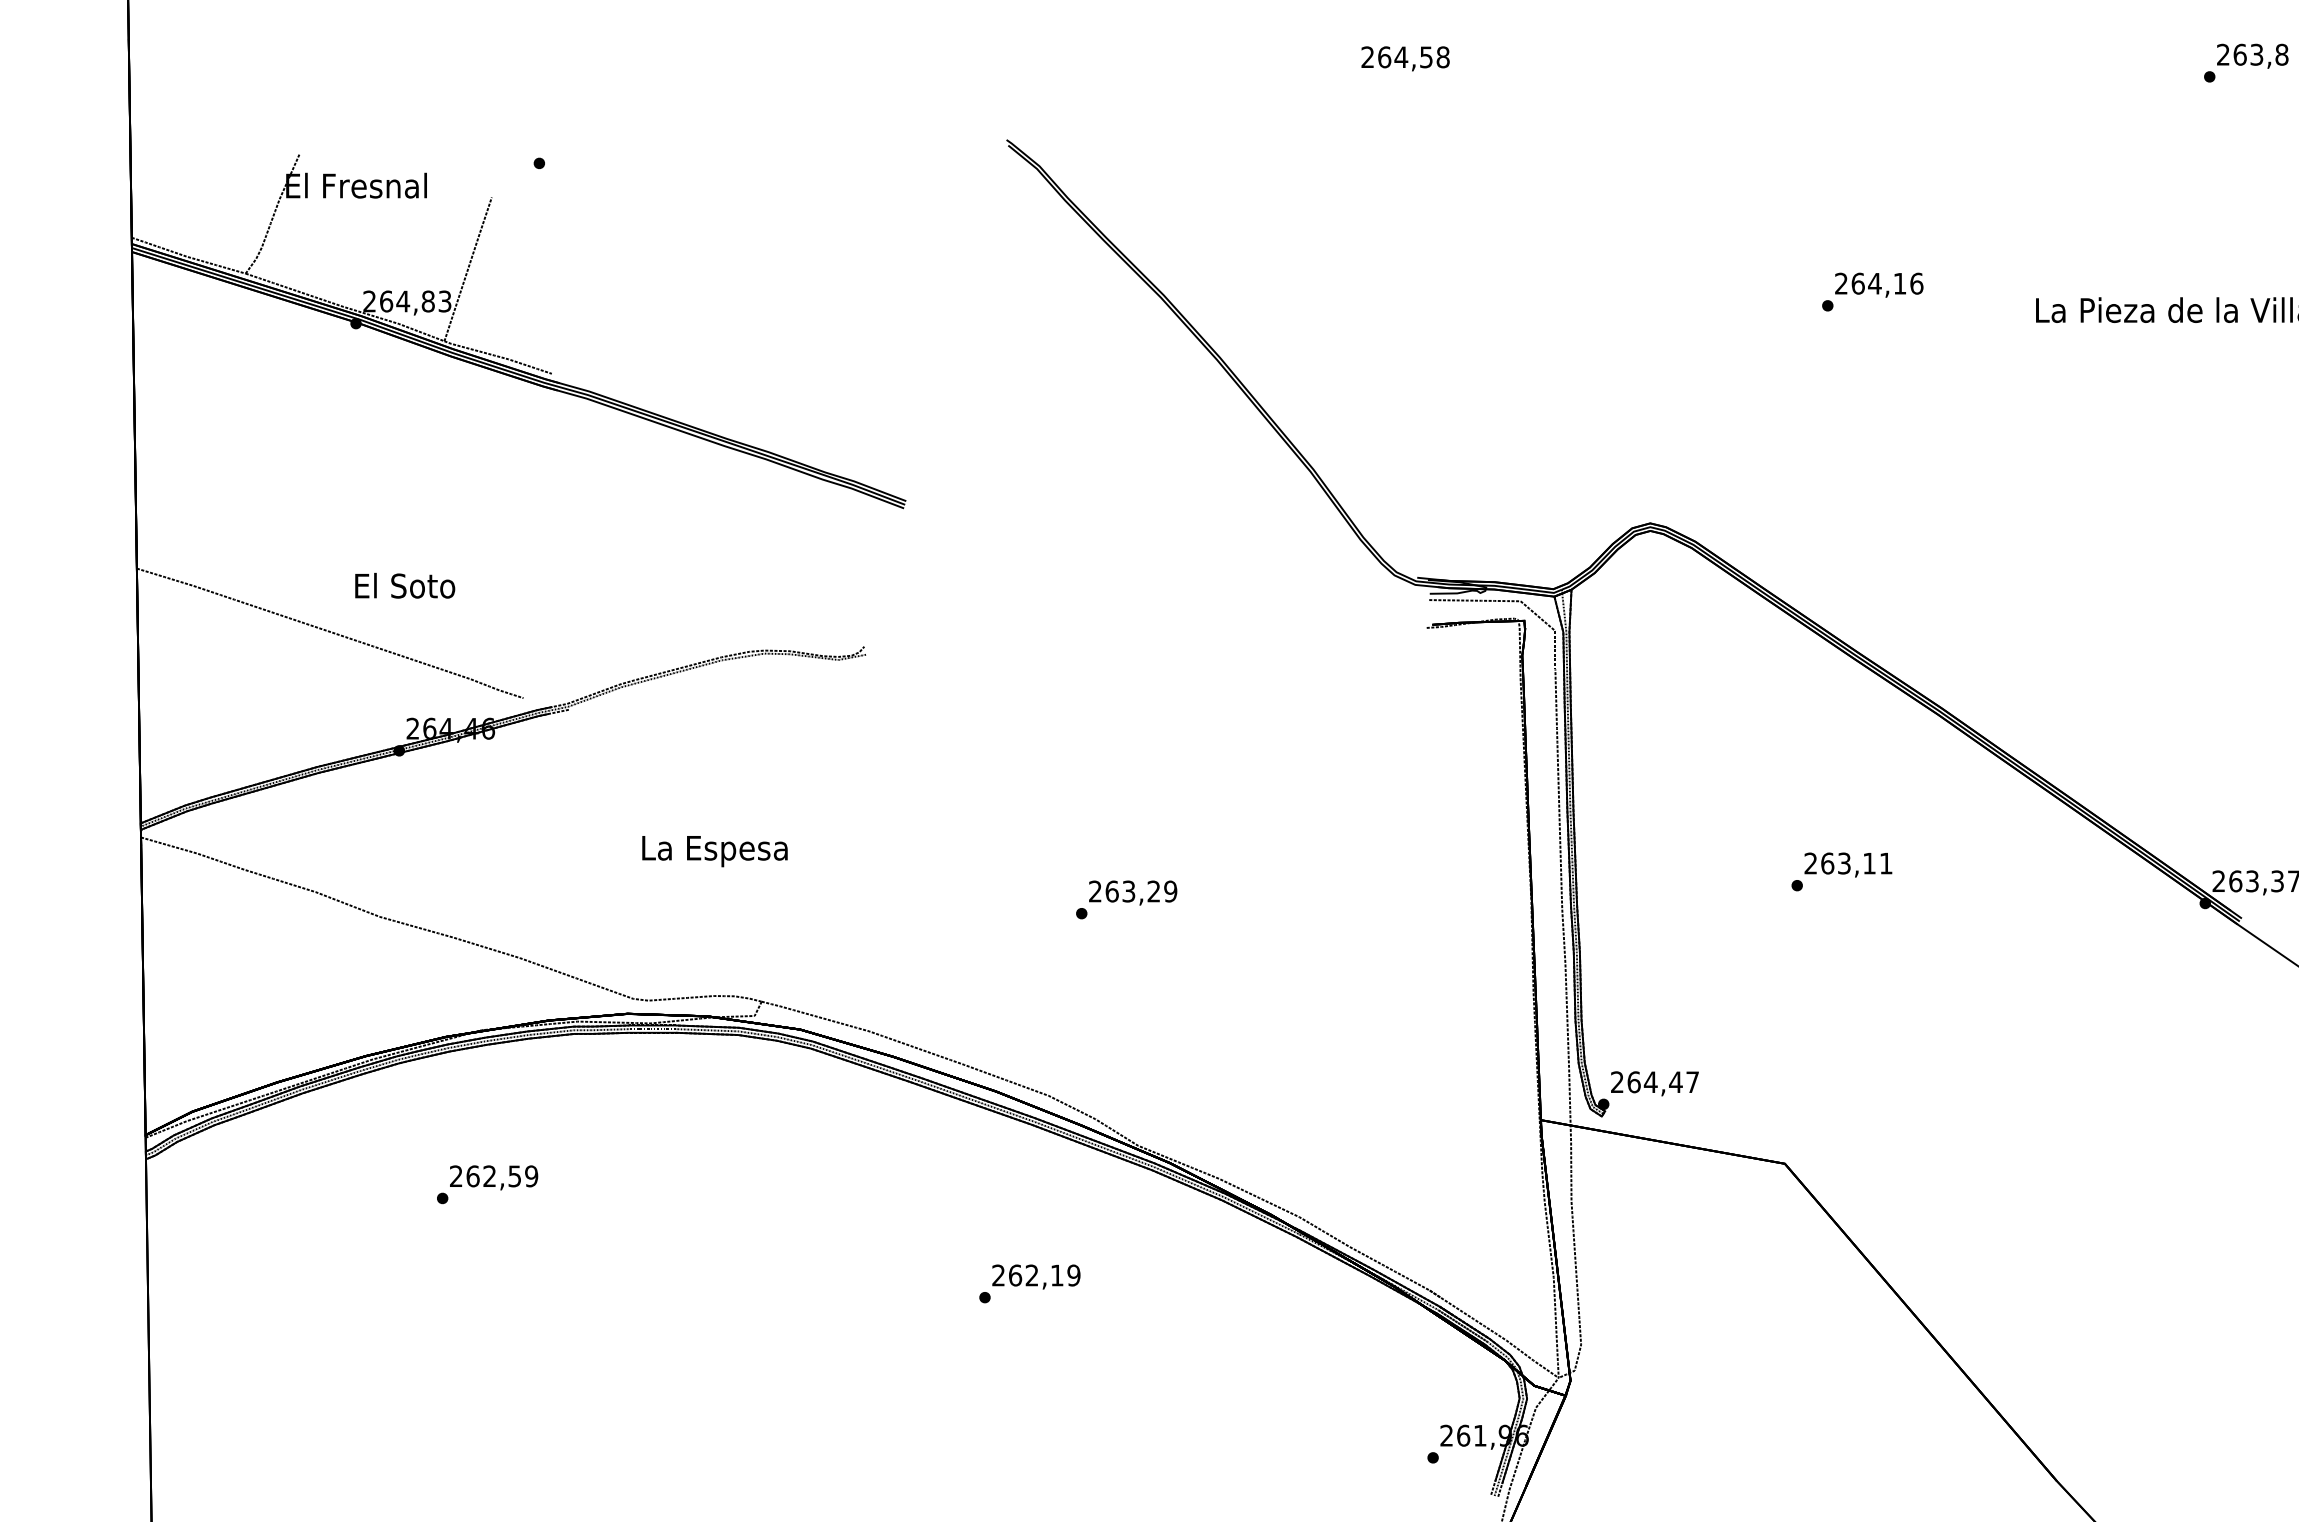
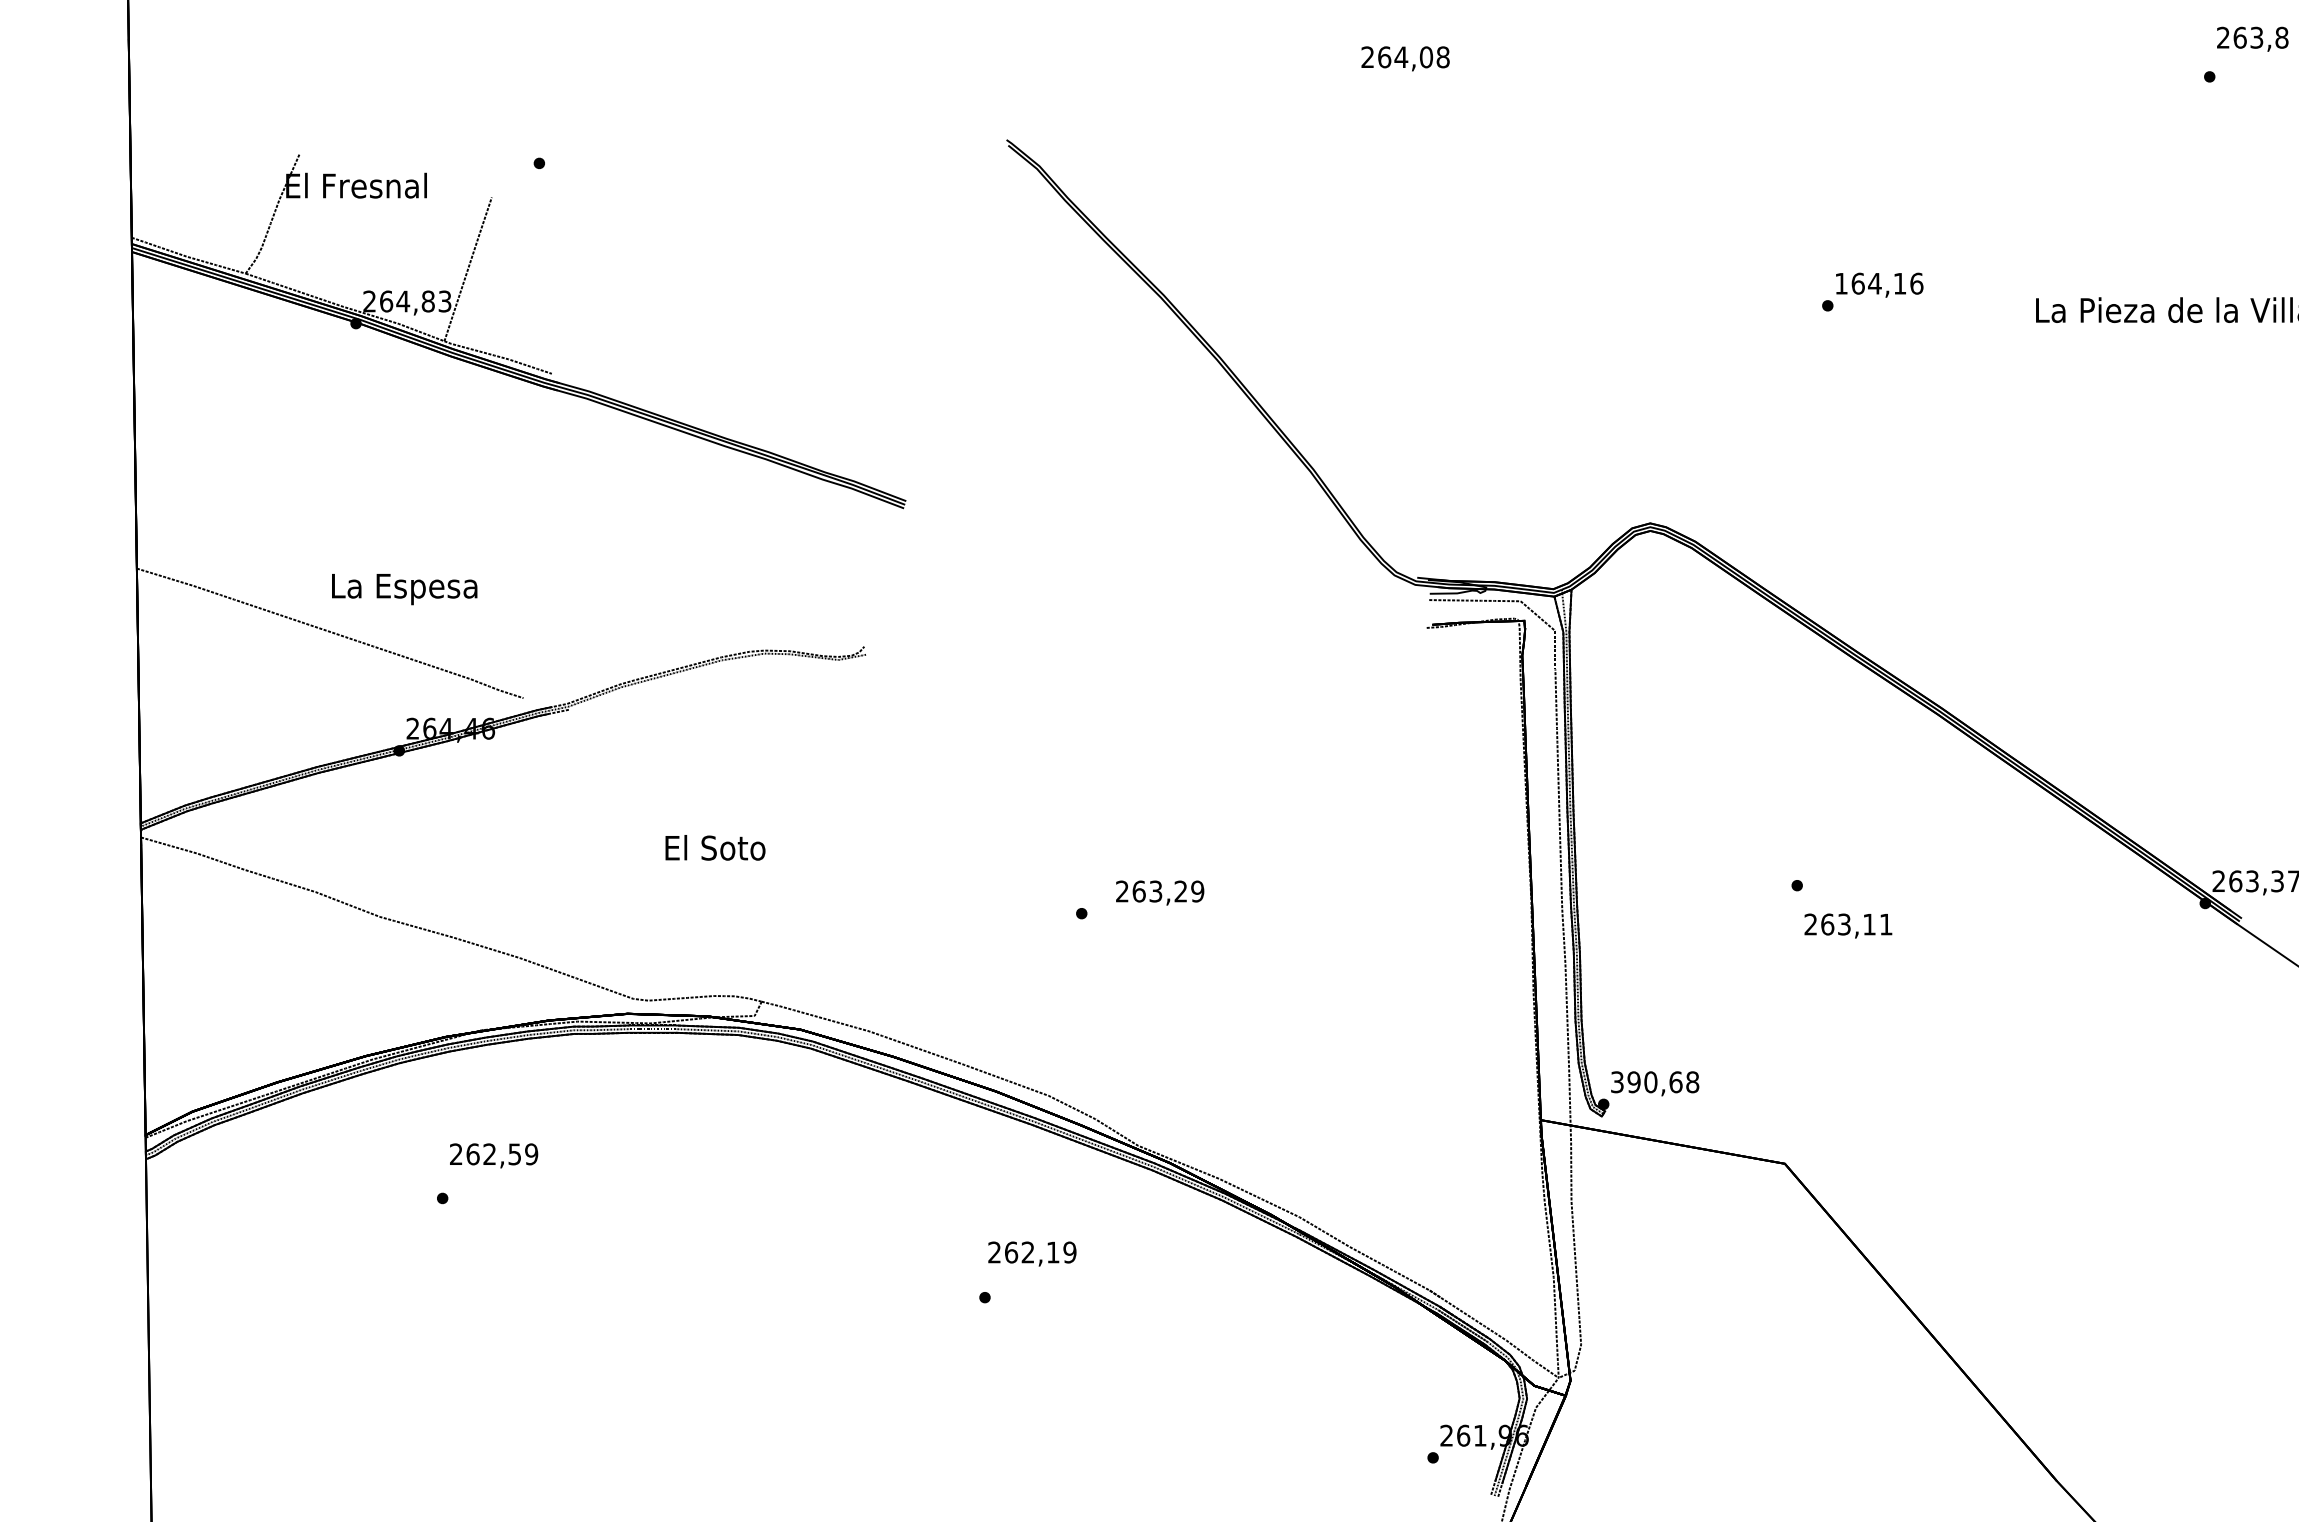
text at (2252, 55) position: (2252, 55) -> (2252, 38)
text at (1426, 57): 264,58 -> 264,08
text at (1841, 283): 264,16 -> 164,16
text at (404, 588): El Soto -> La Espesa
text at (714, 851): La Espesa -> El Soto
text at (1848, 864) position: (1848, 864) -> (1848, 925)
text at (1133, 892) position: (1133, 892) -> (1160, 892)
text at (1655, 1082): 264,47 -> 390,68
text at (494, 1177) position: (494, 1177) -> (494, 1155)
text at (1036, 1276) position: (1036, 1276) -> (1032, 1253)
